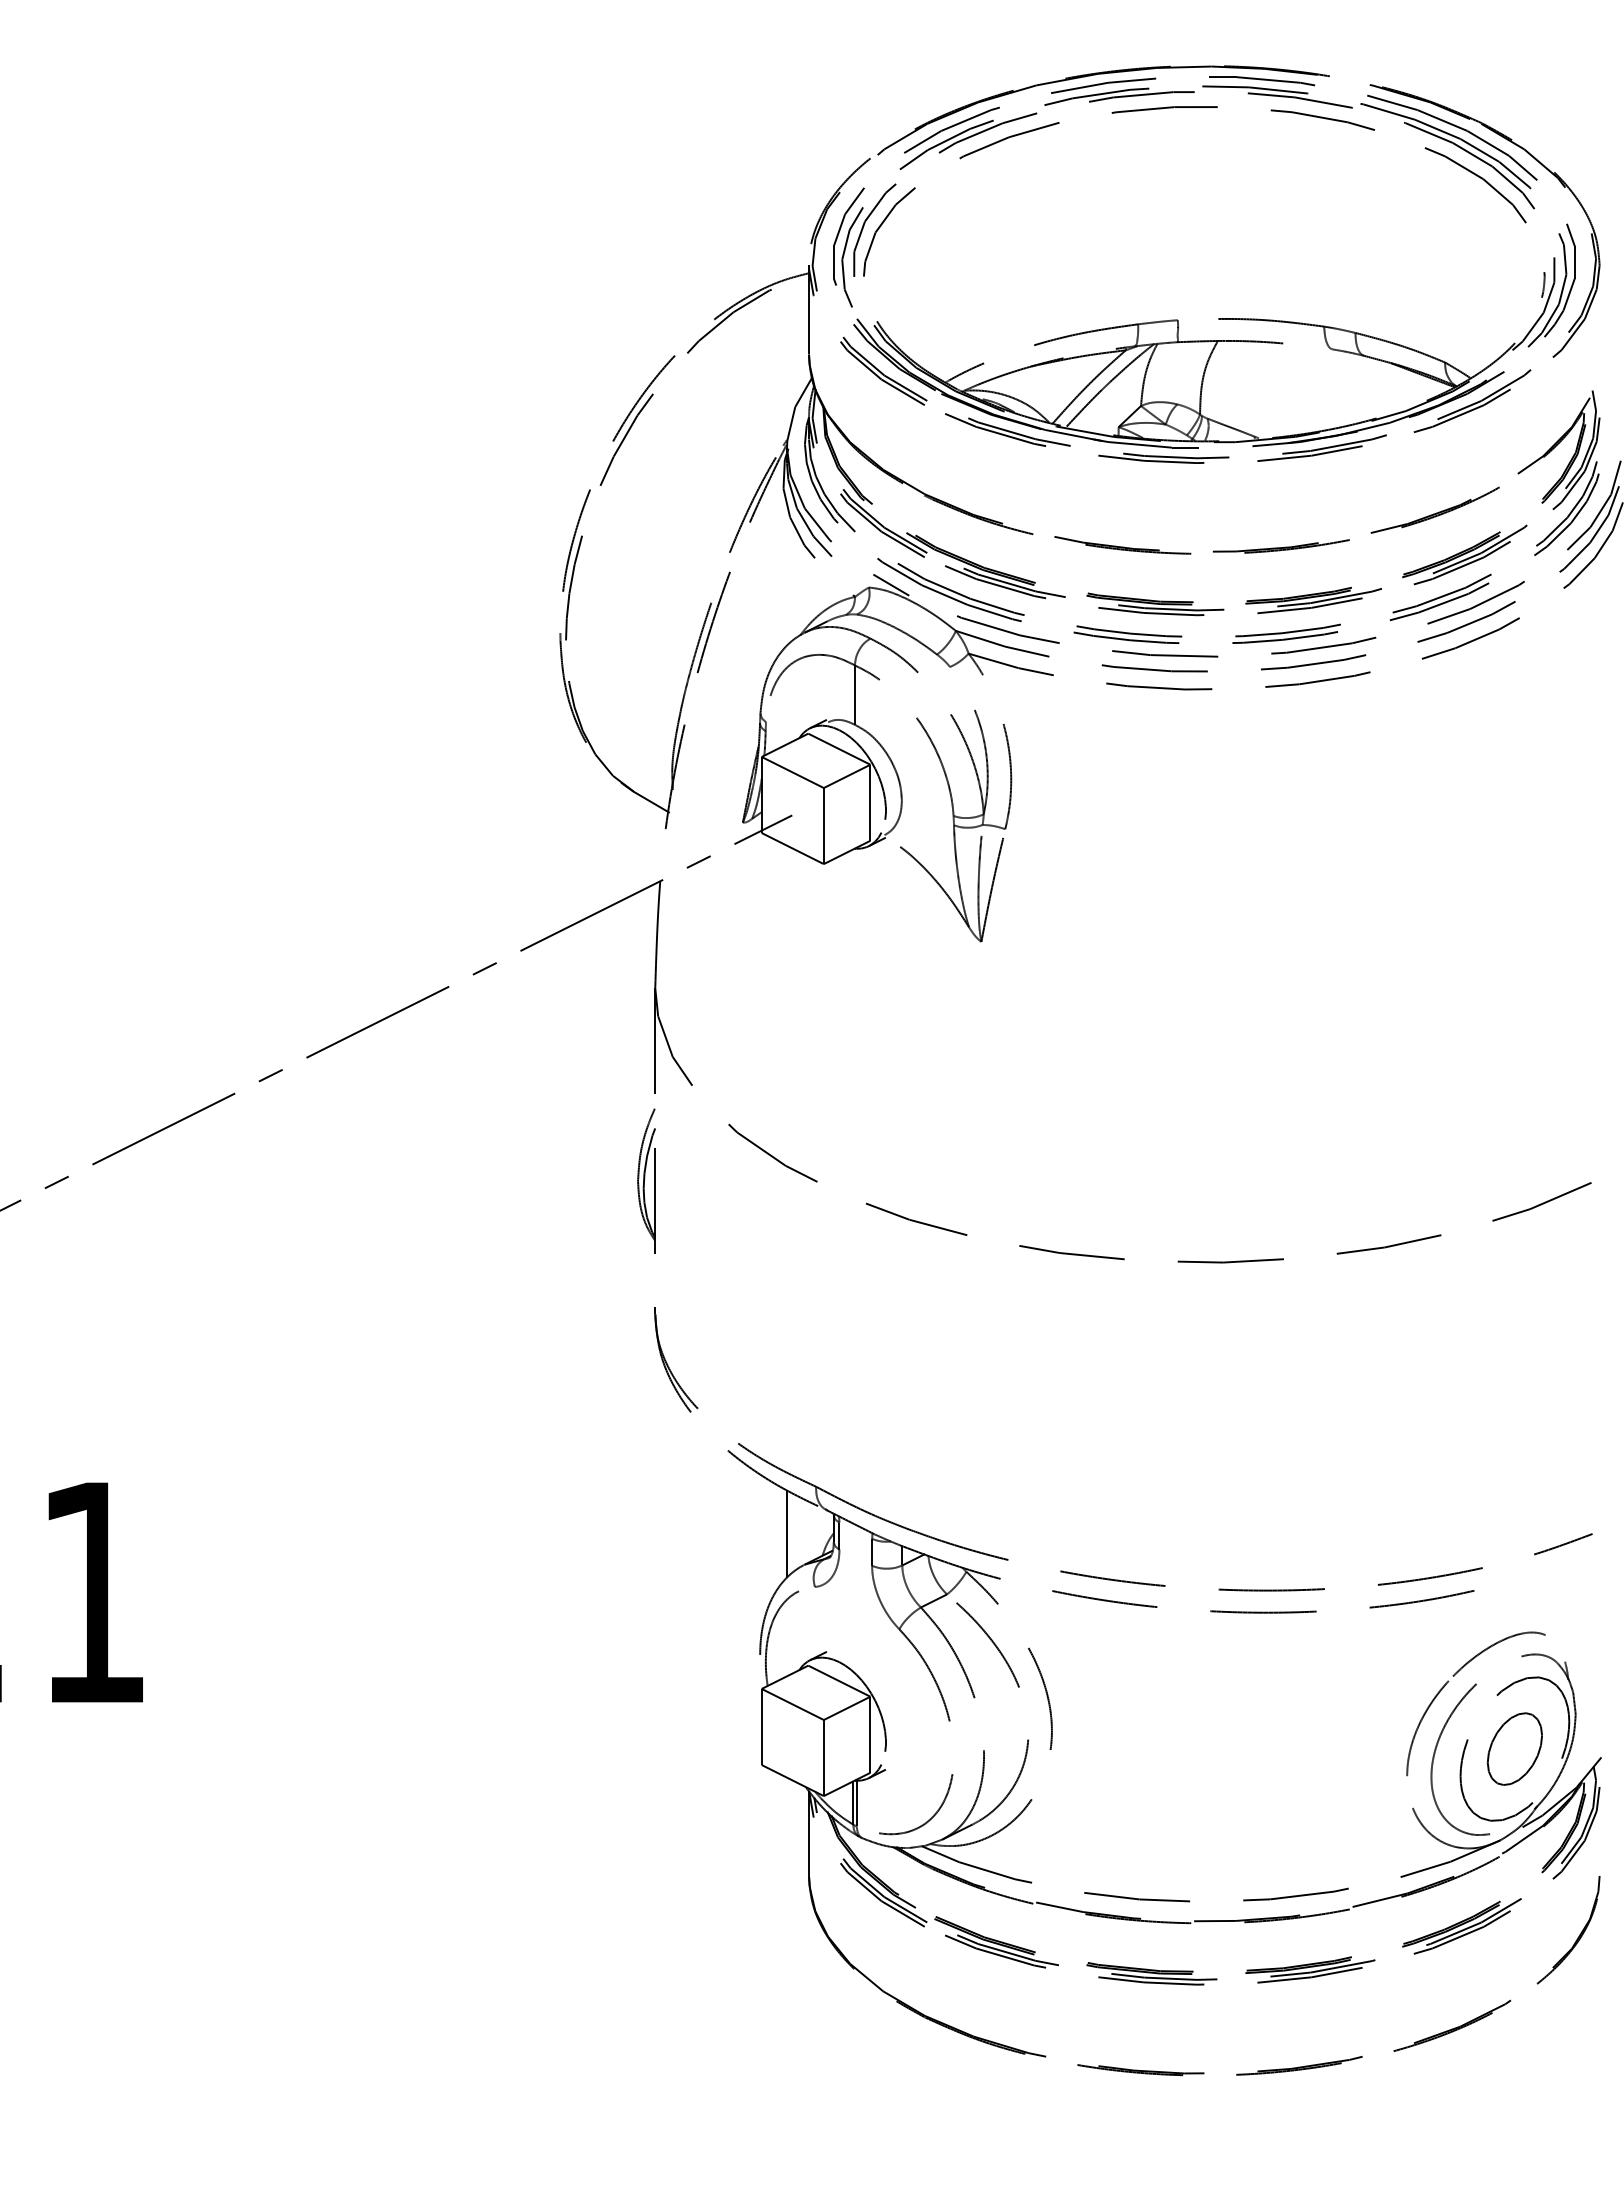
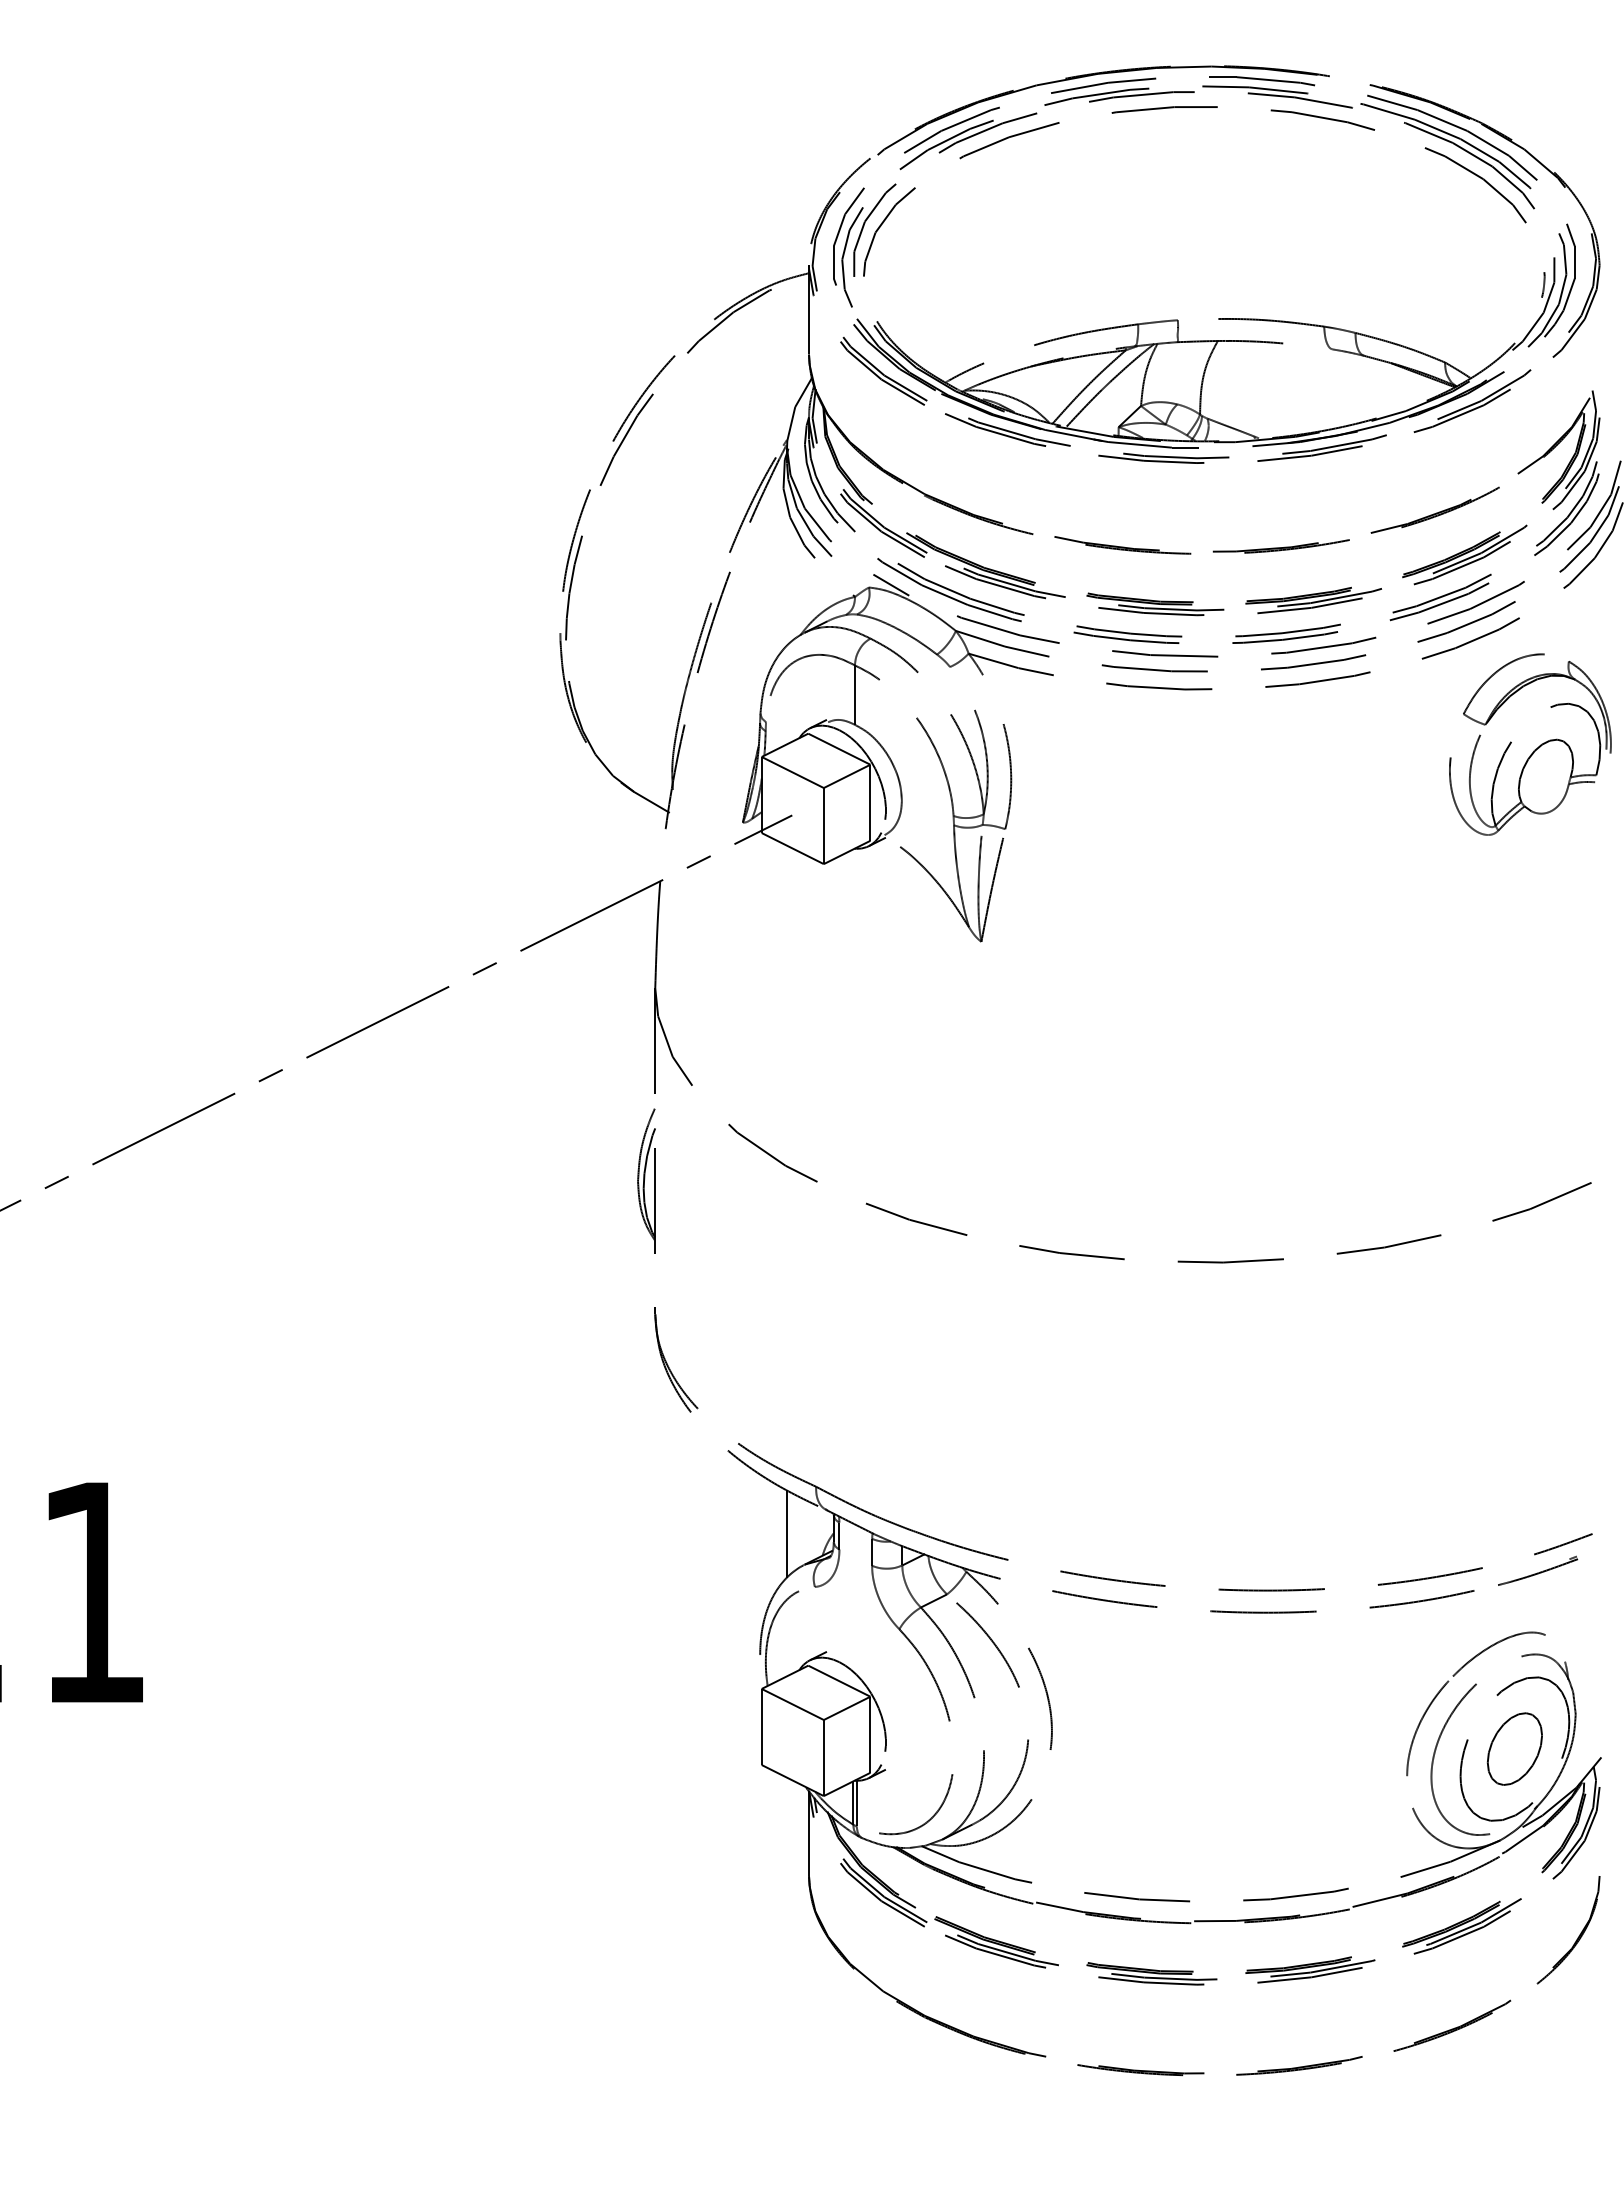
part at (1534, 749): none -> present
part at (1538, 1570): none -> present
